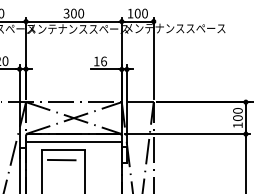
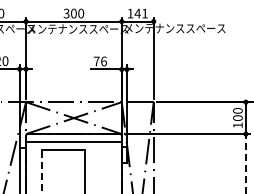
text at (140, 13): 100 -> 141
text at (96, 61): 16 -> 76
line at (61, 159): present -> none
line at (245, 165): solid -> dashed
line at (42, 172): solid -> dashed
